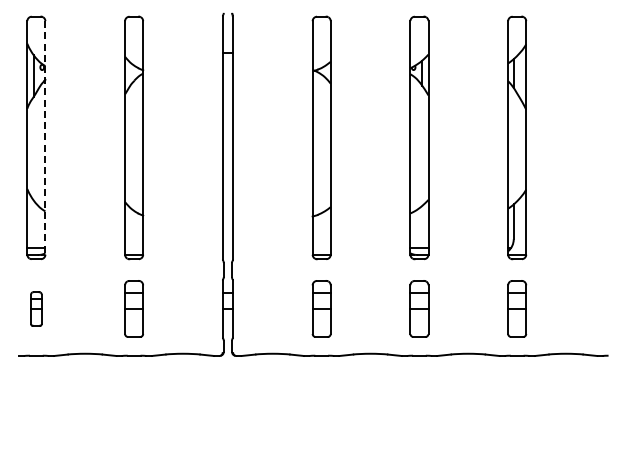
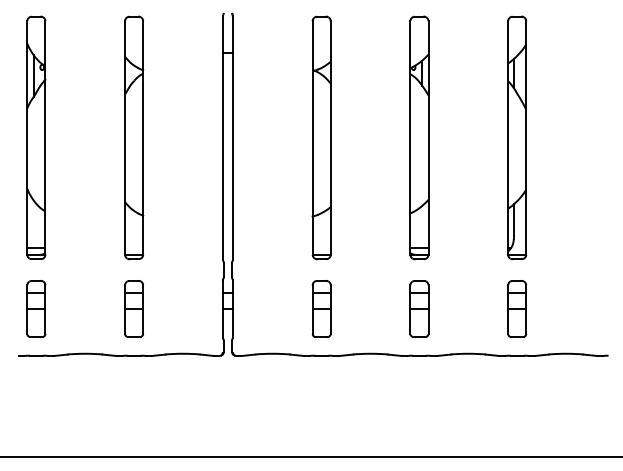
line at (45, 137): dashed -> solid
part at (36, 308) size: 13x36 px -> 21x58 px
line at (310, 457): none -> present
